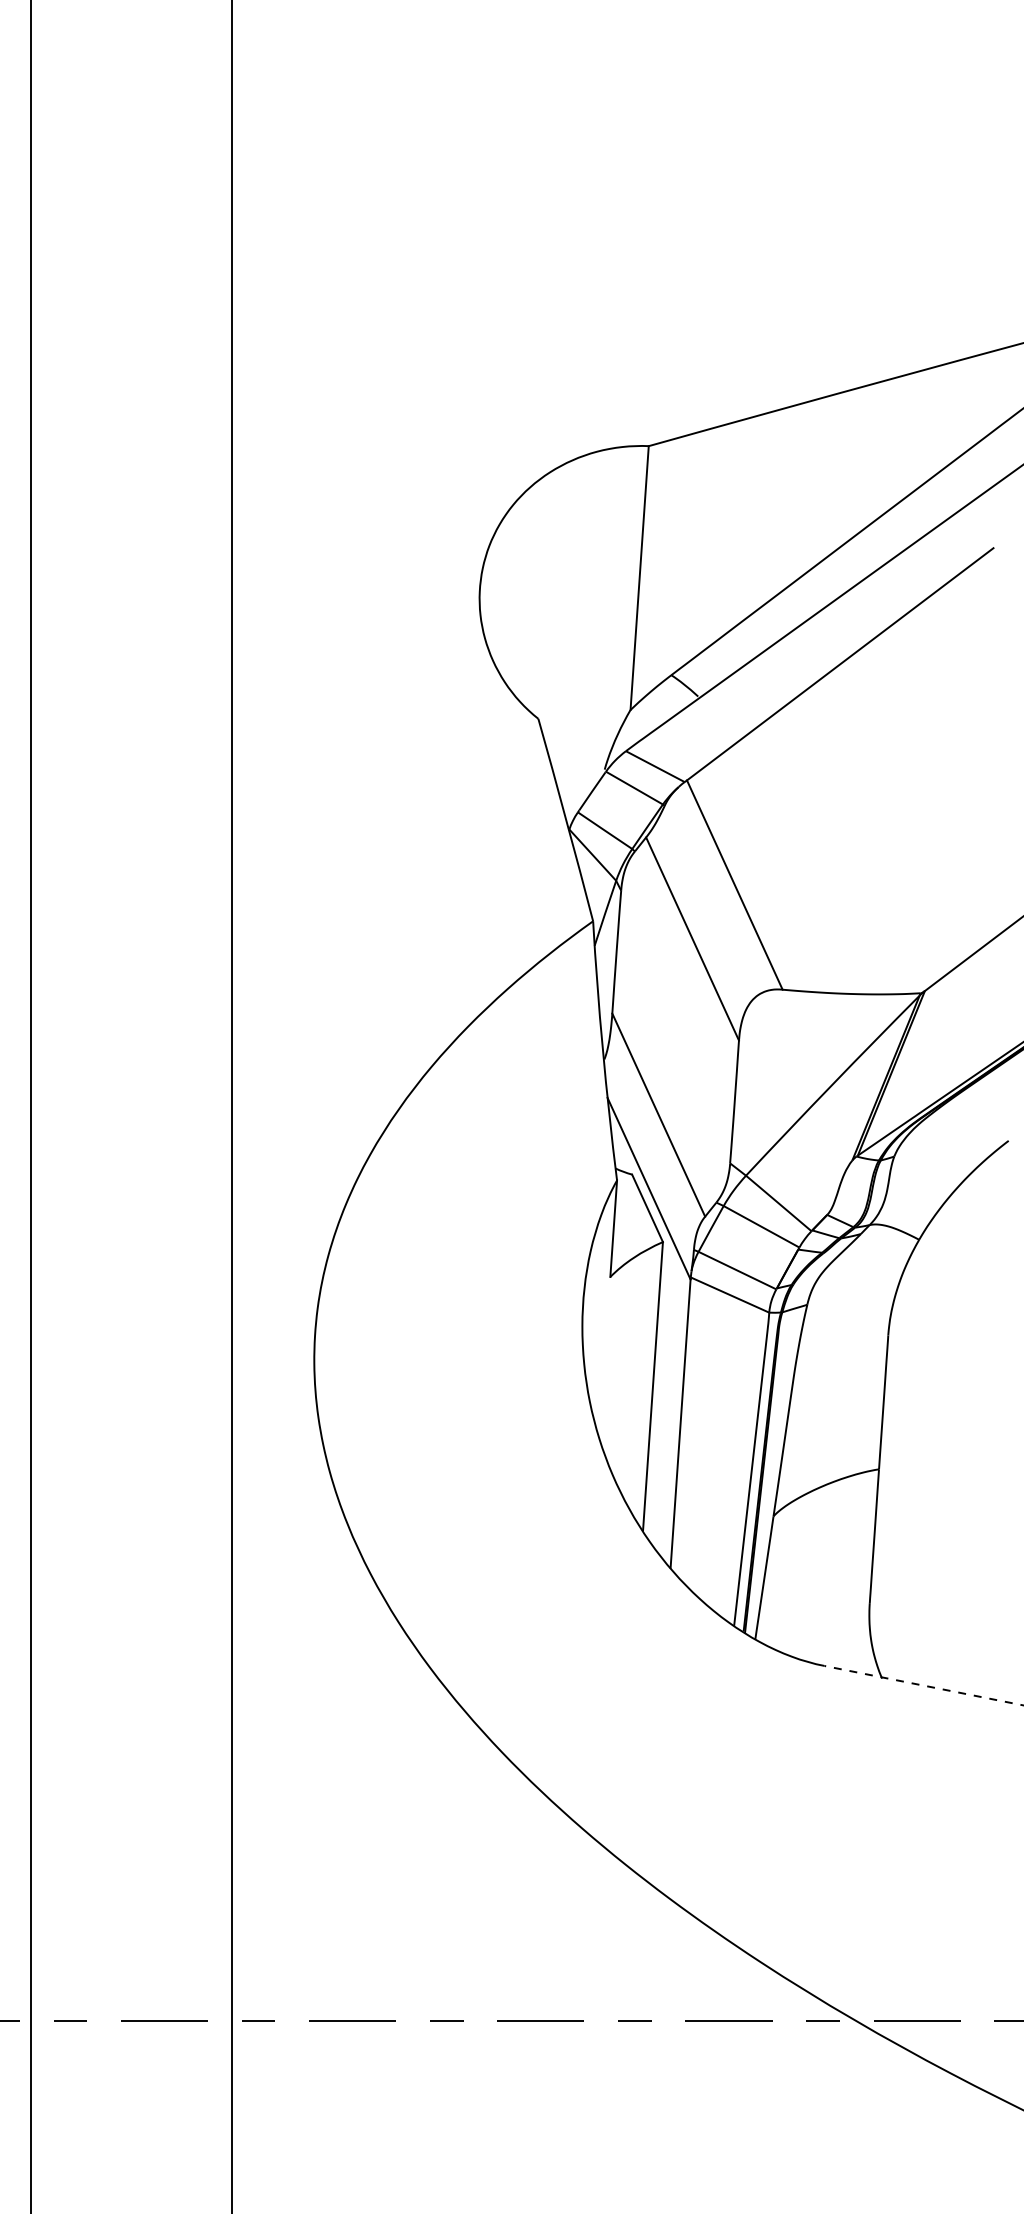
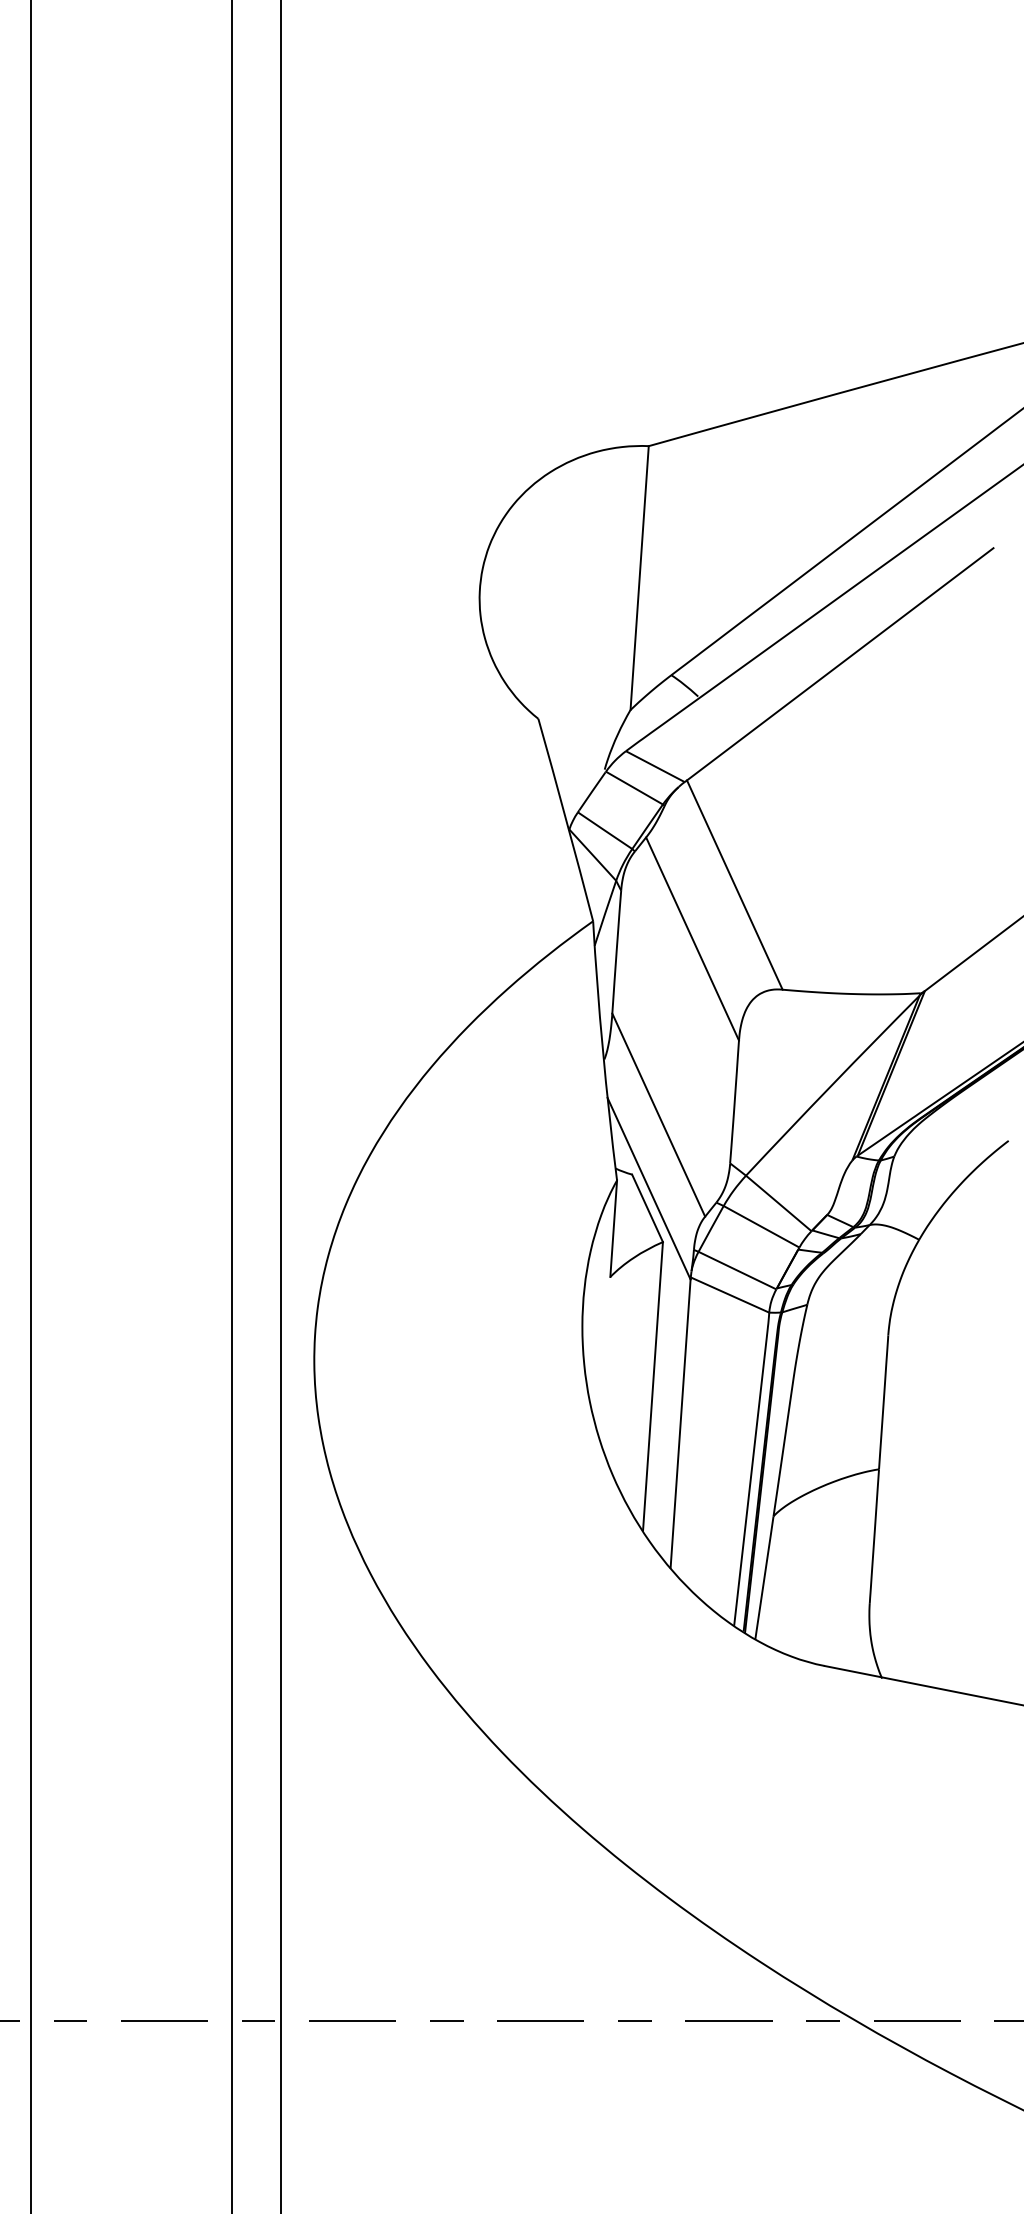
line at (281, 1106): none -> present
line at (923, 1685): dashed -> solid
